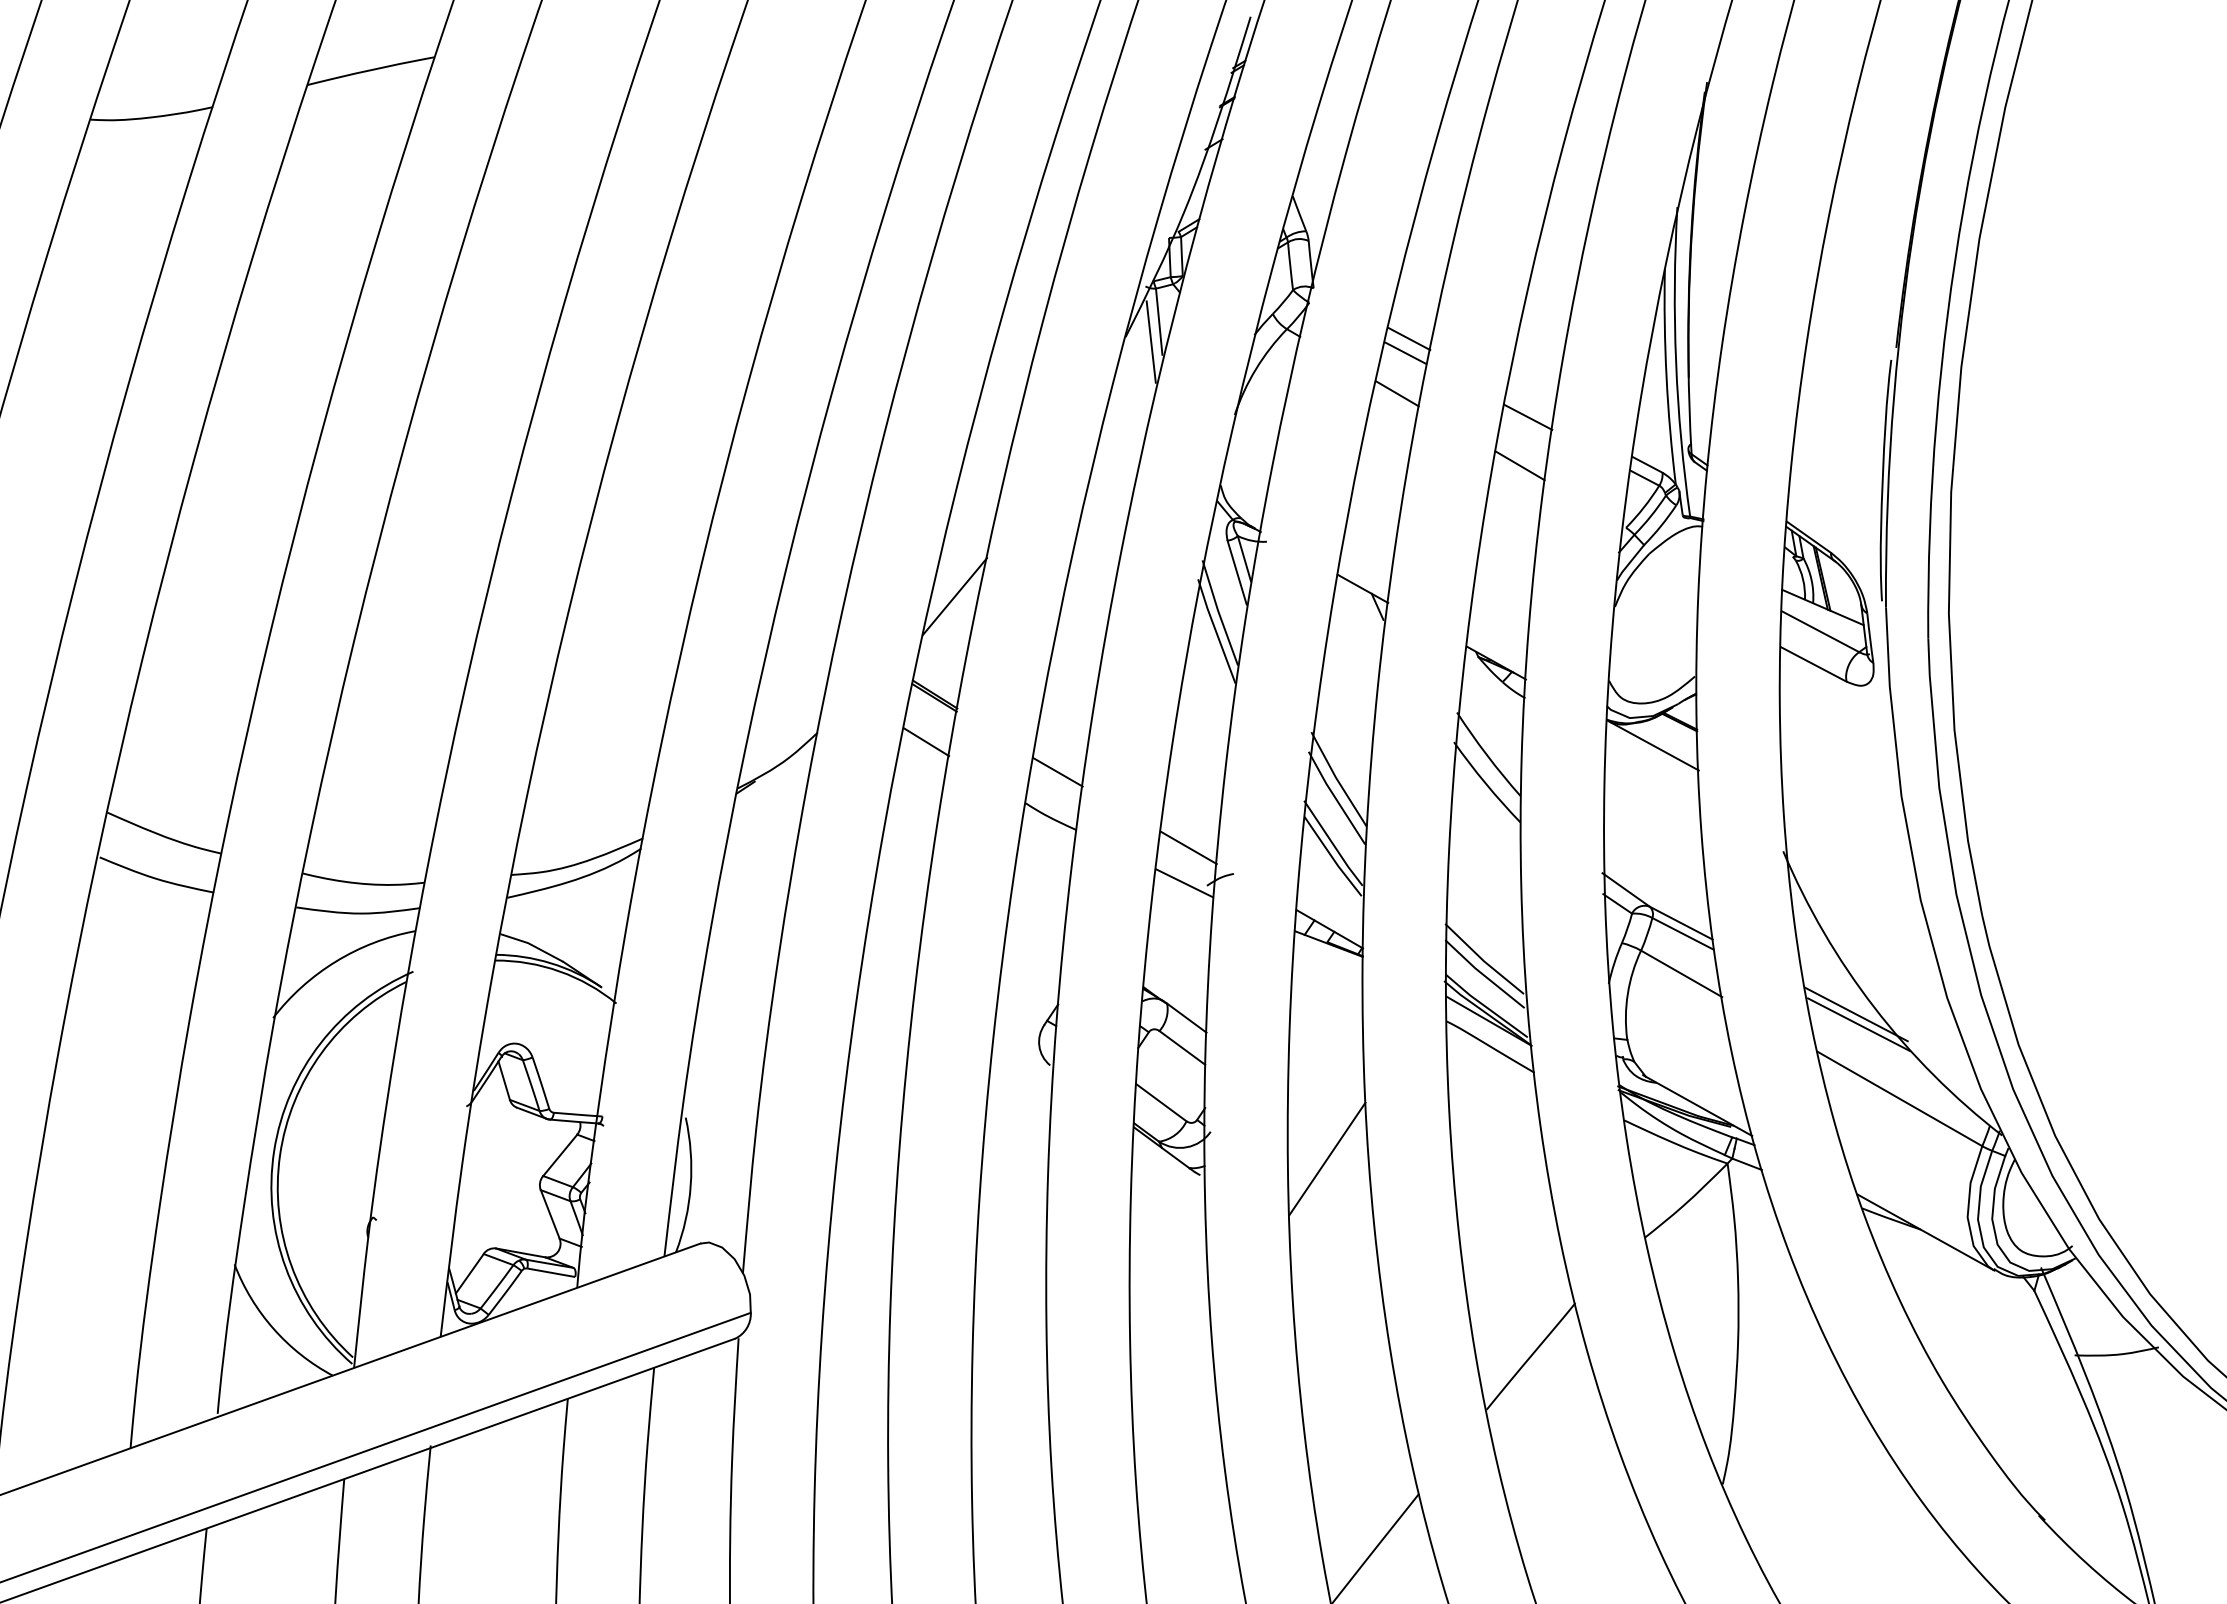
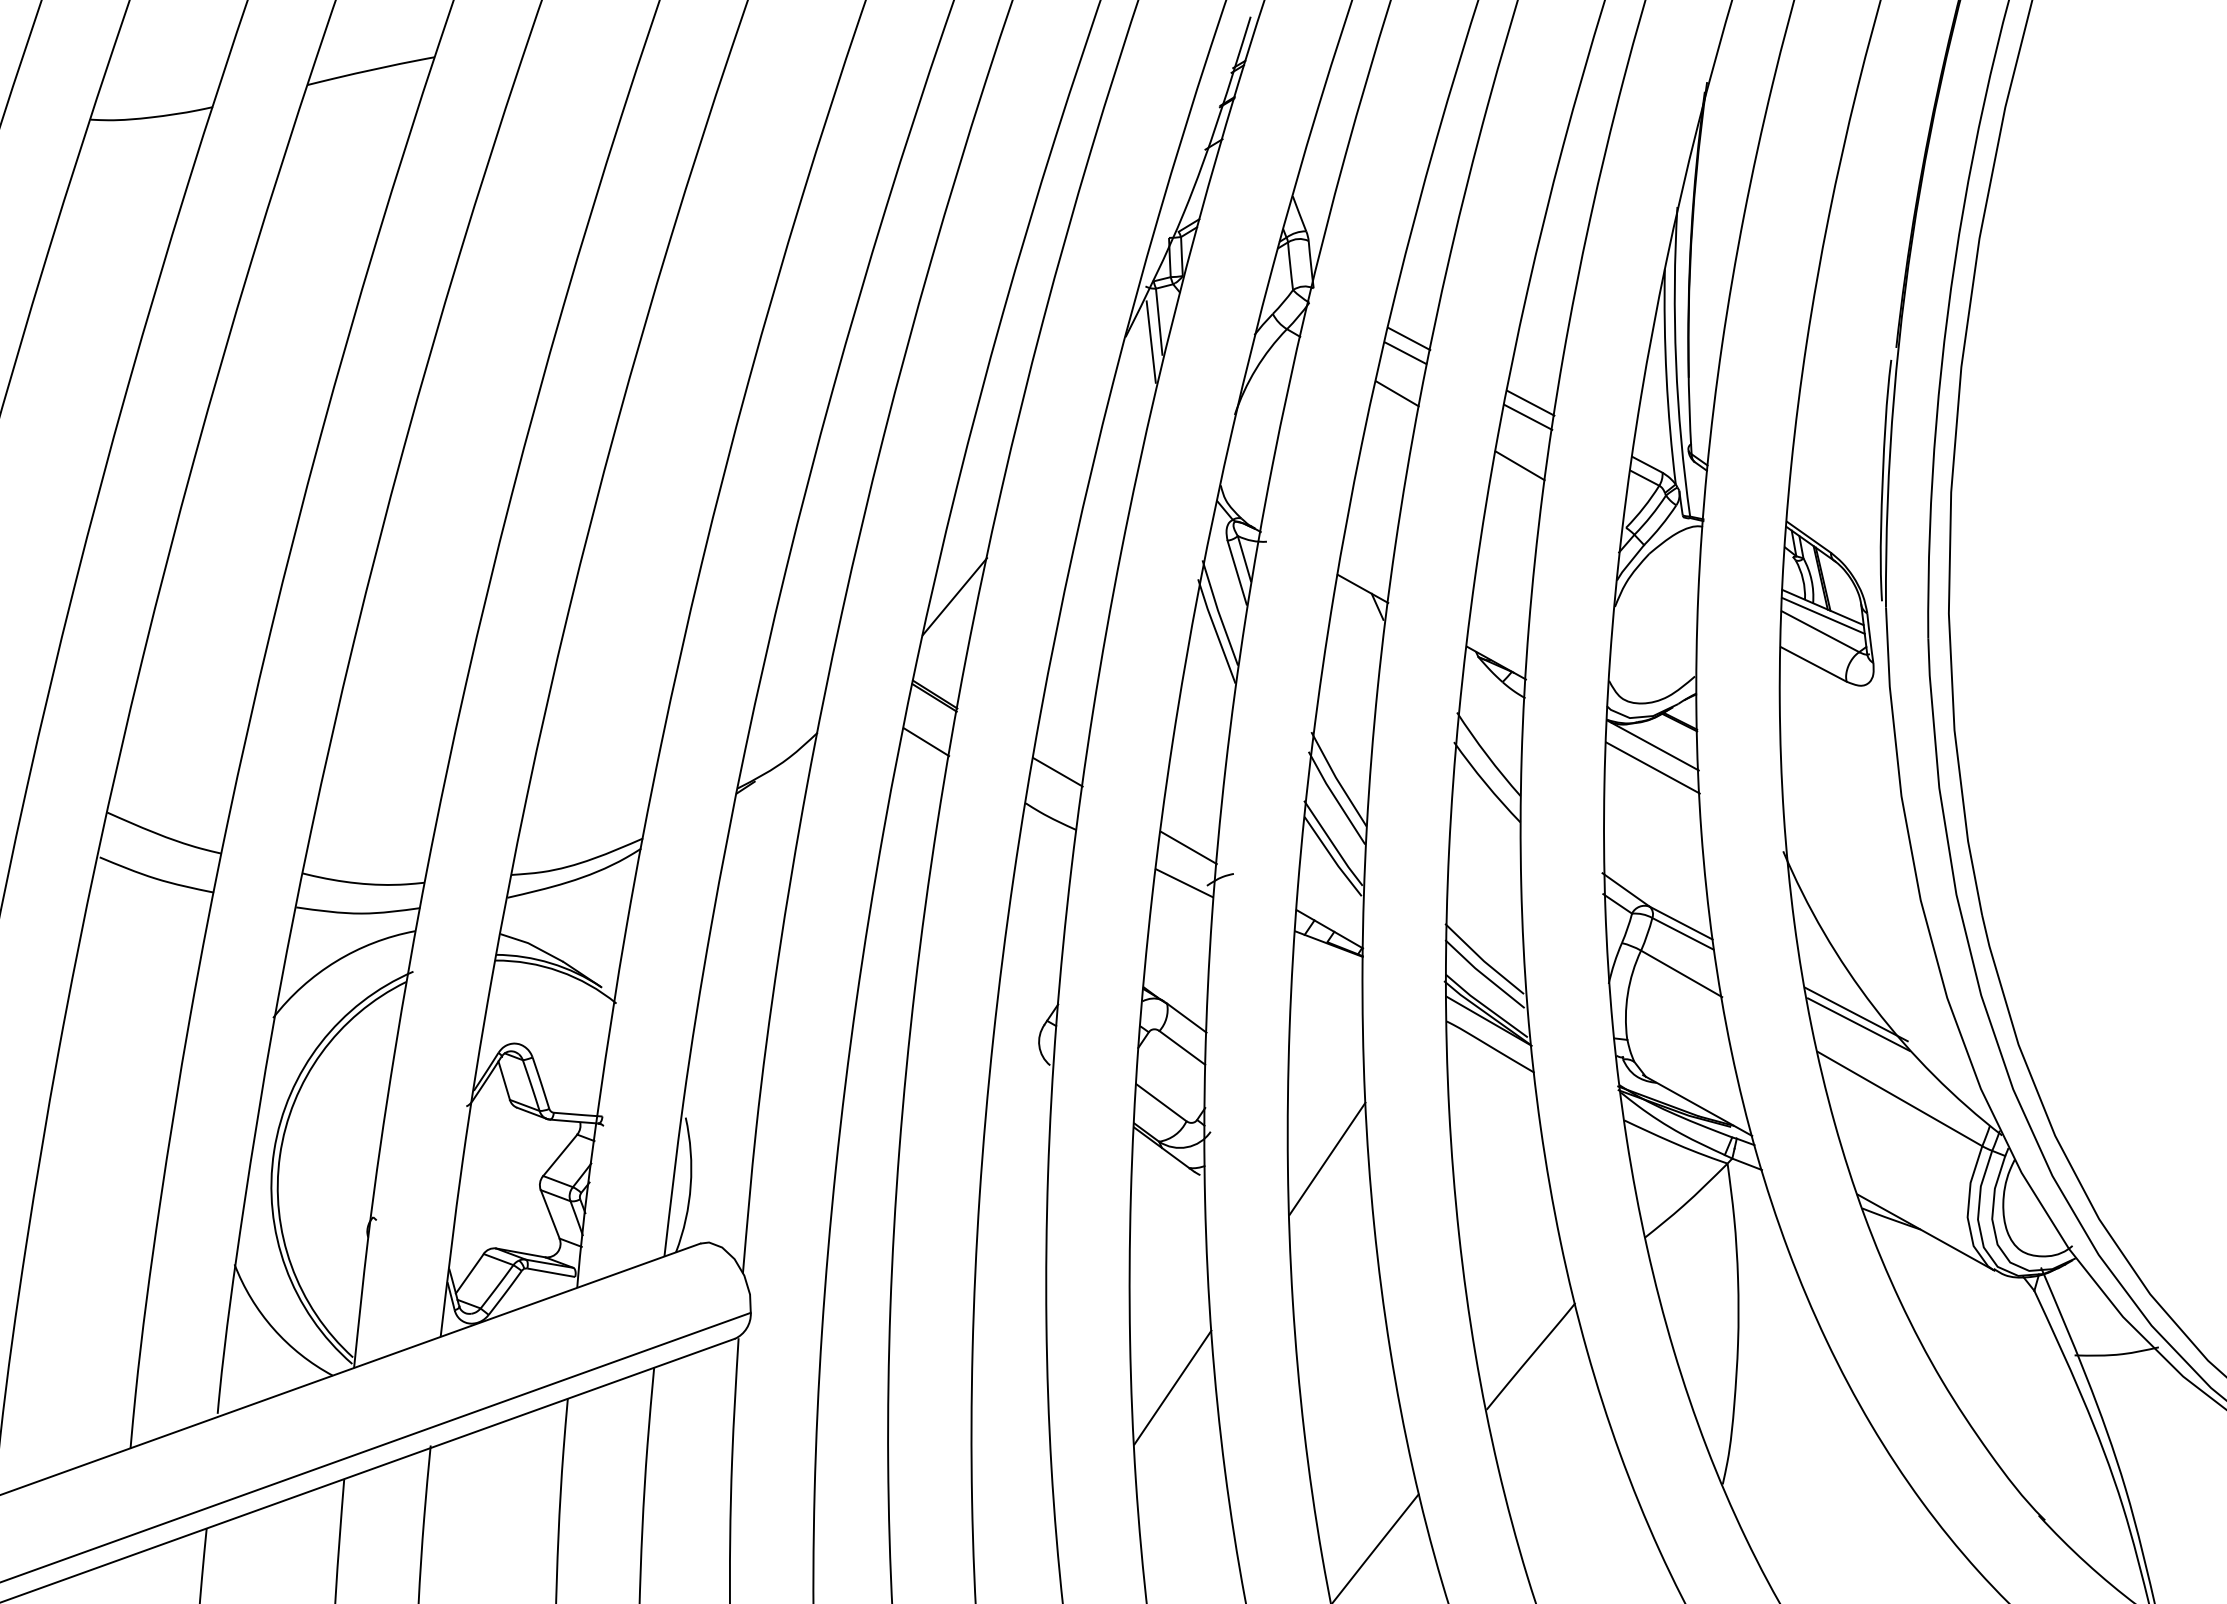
line at (1530, 402): none -> present
line at (1823, 615): none -> present
line at (1652, 767): none -> present
line at (1172, 1387): none -> present
